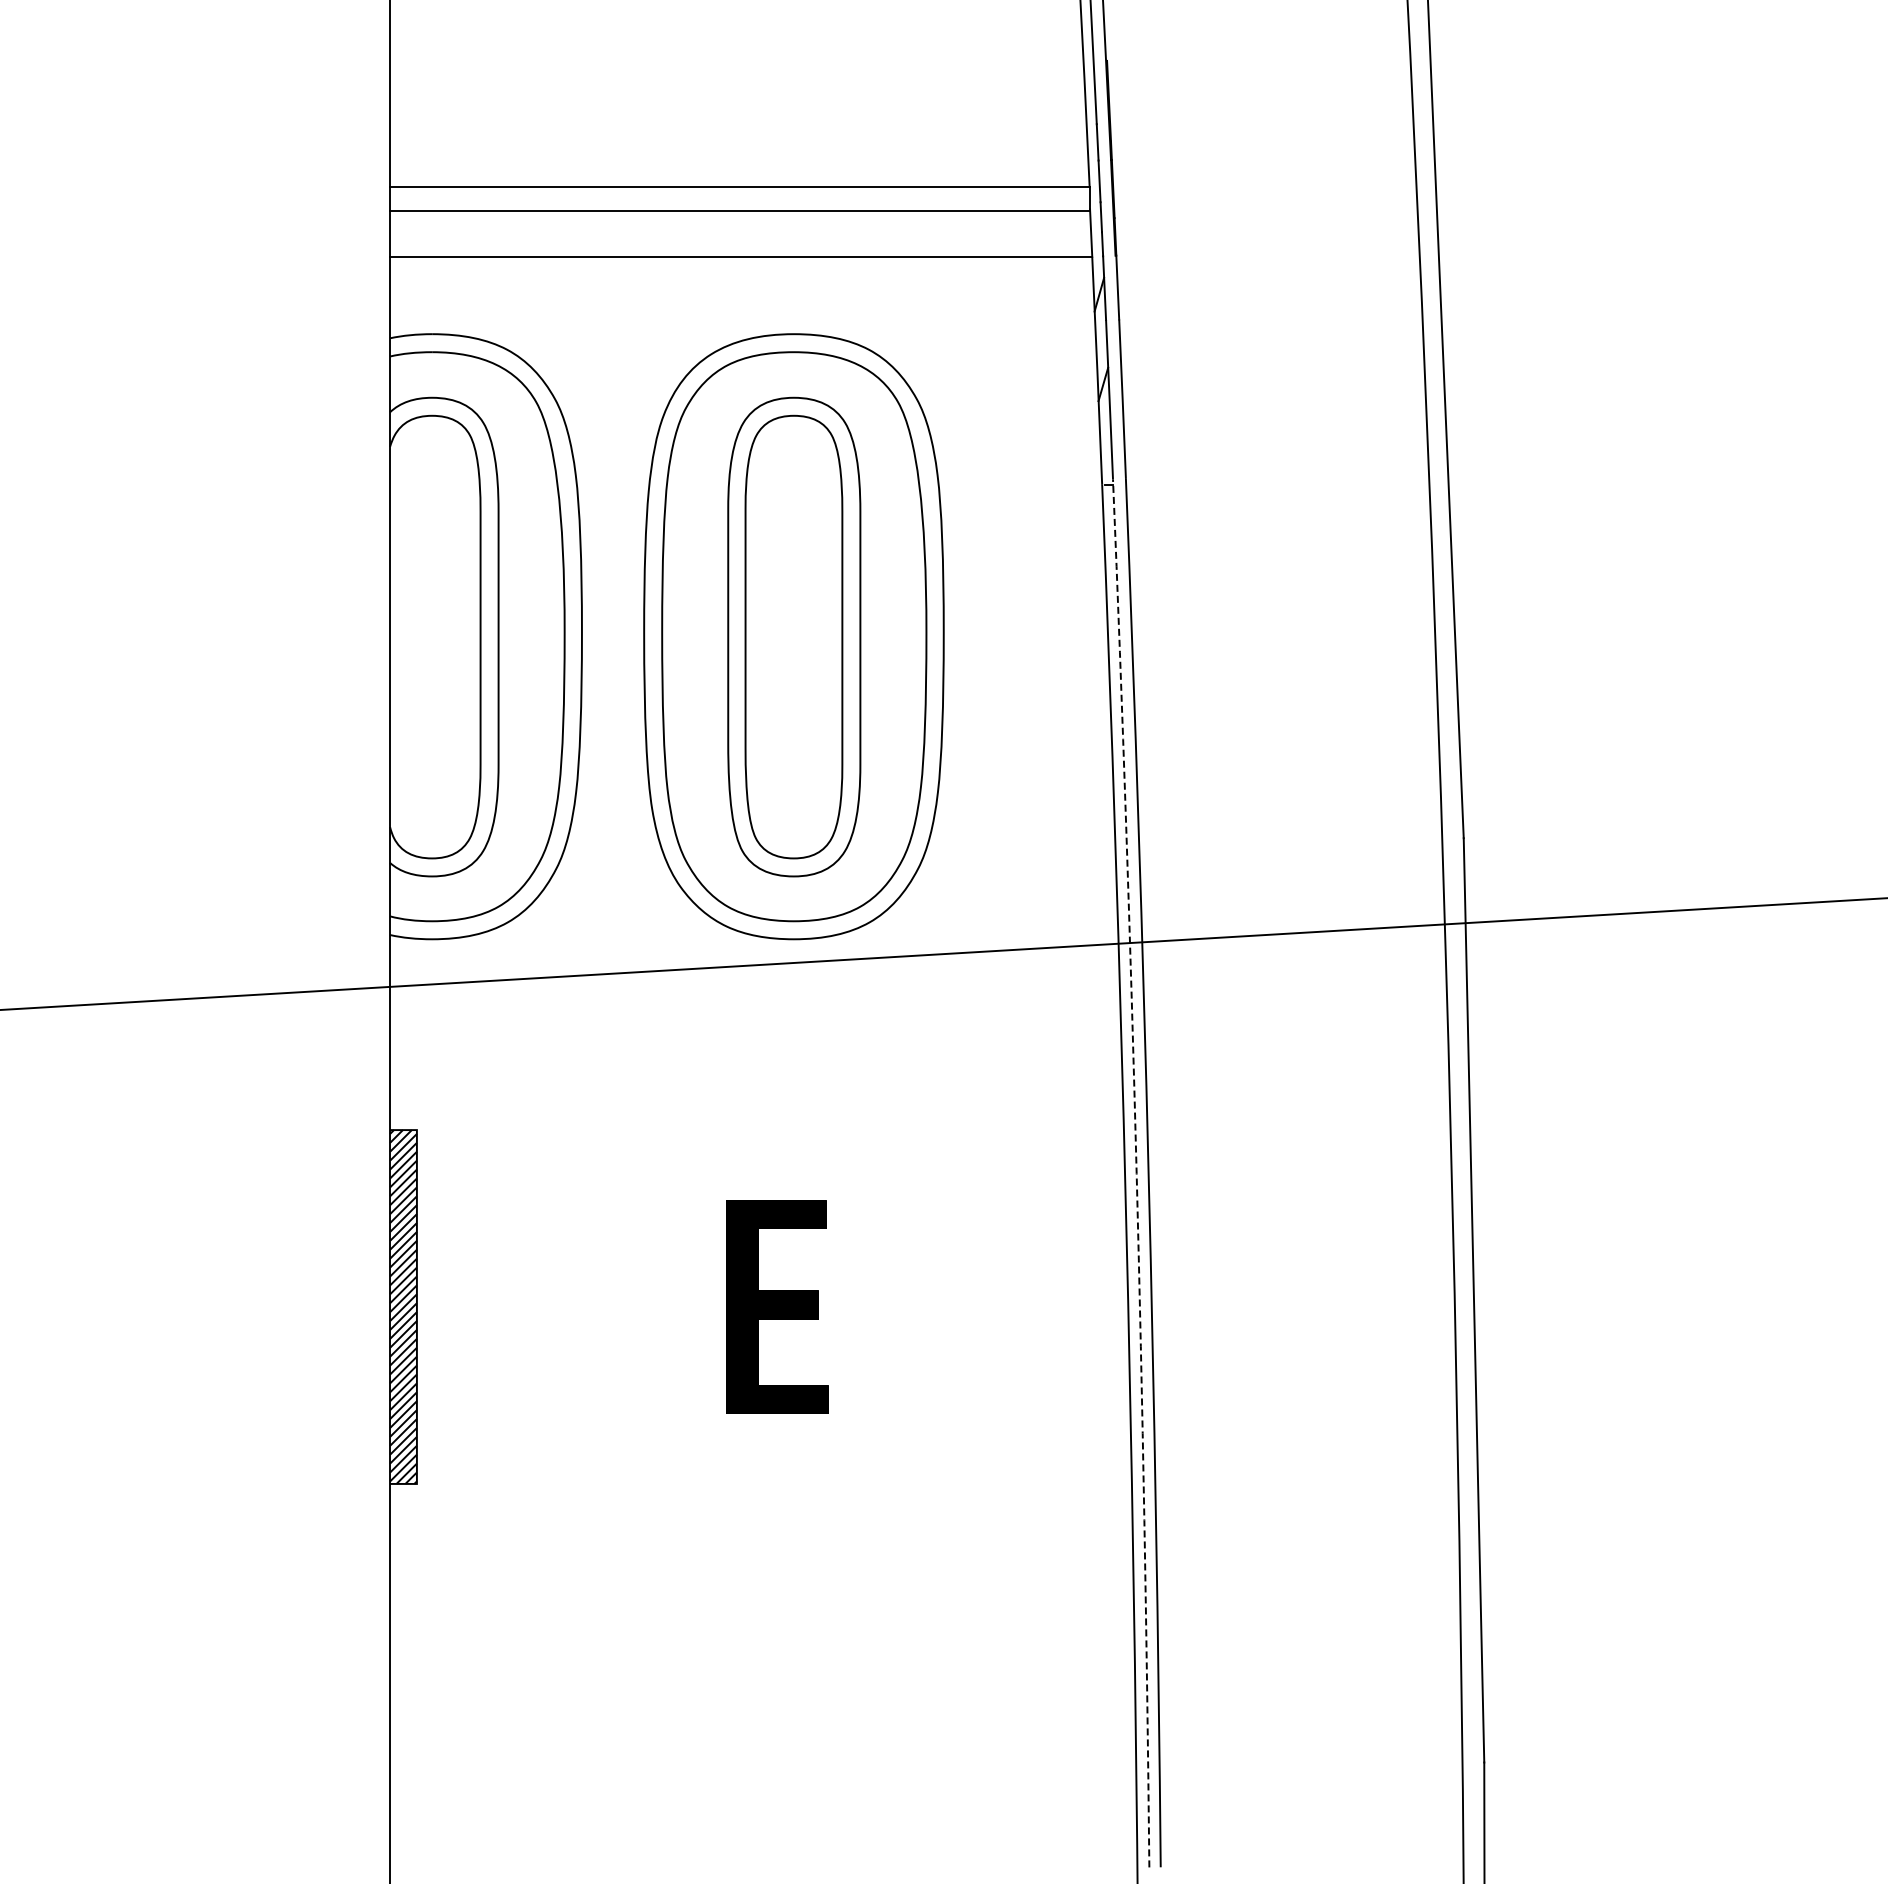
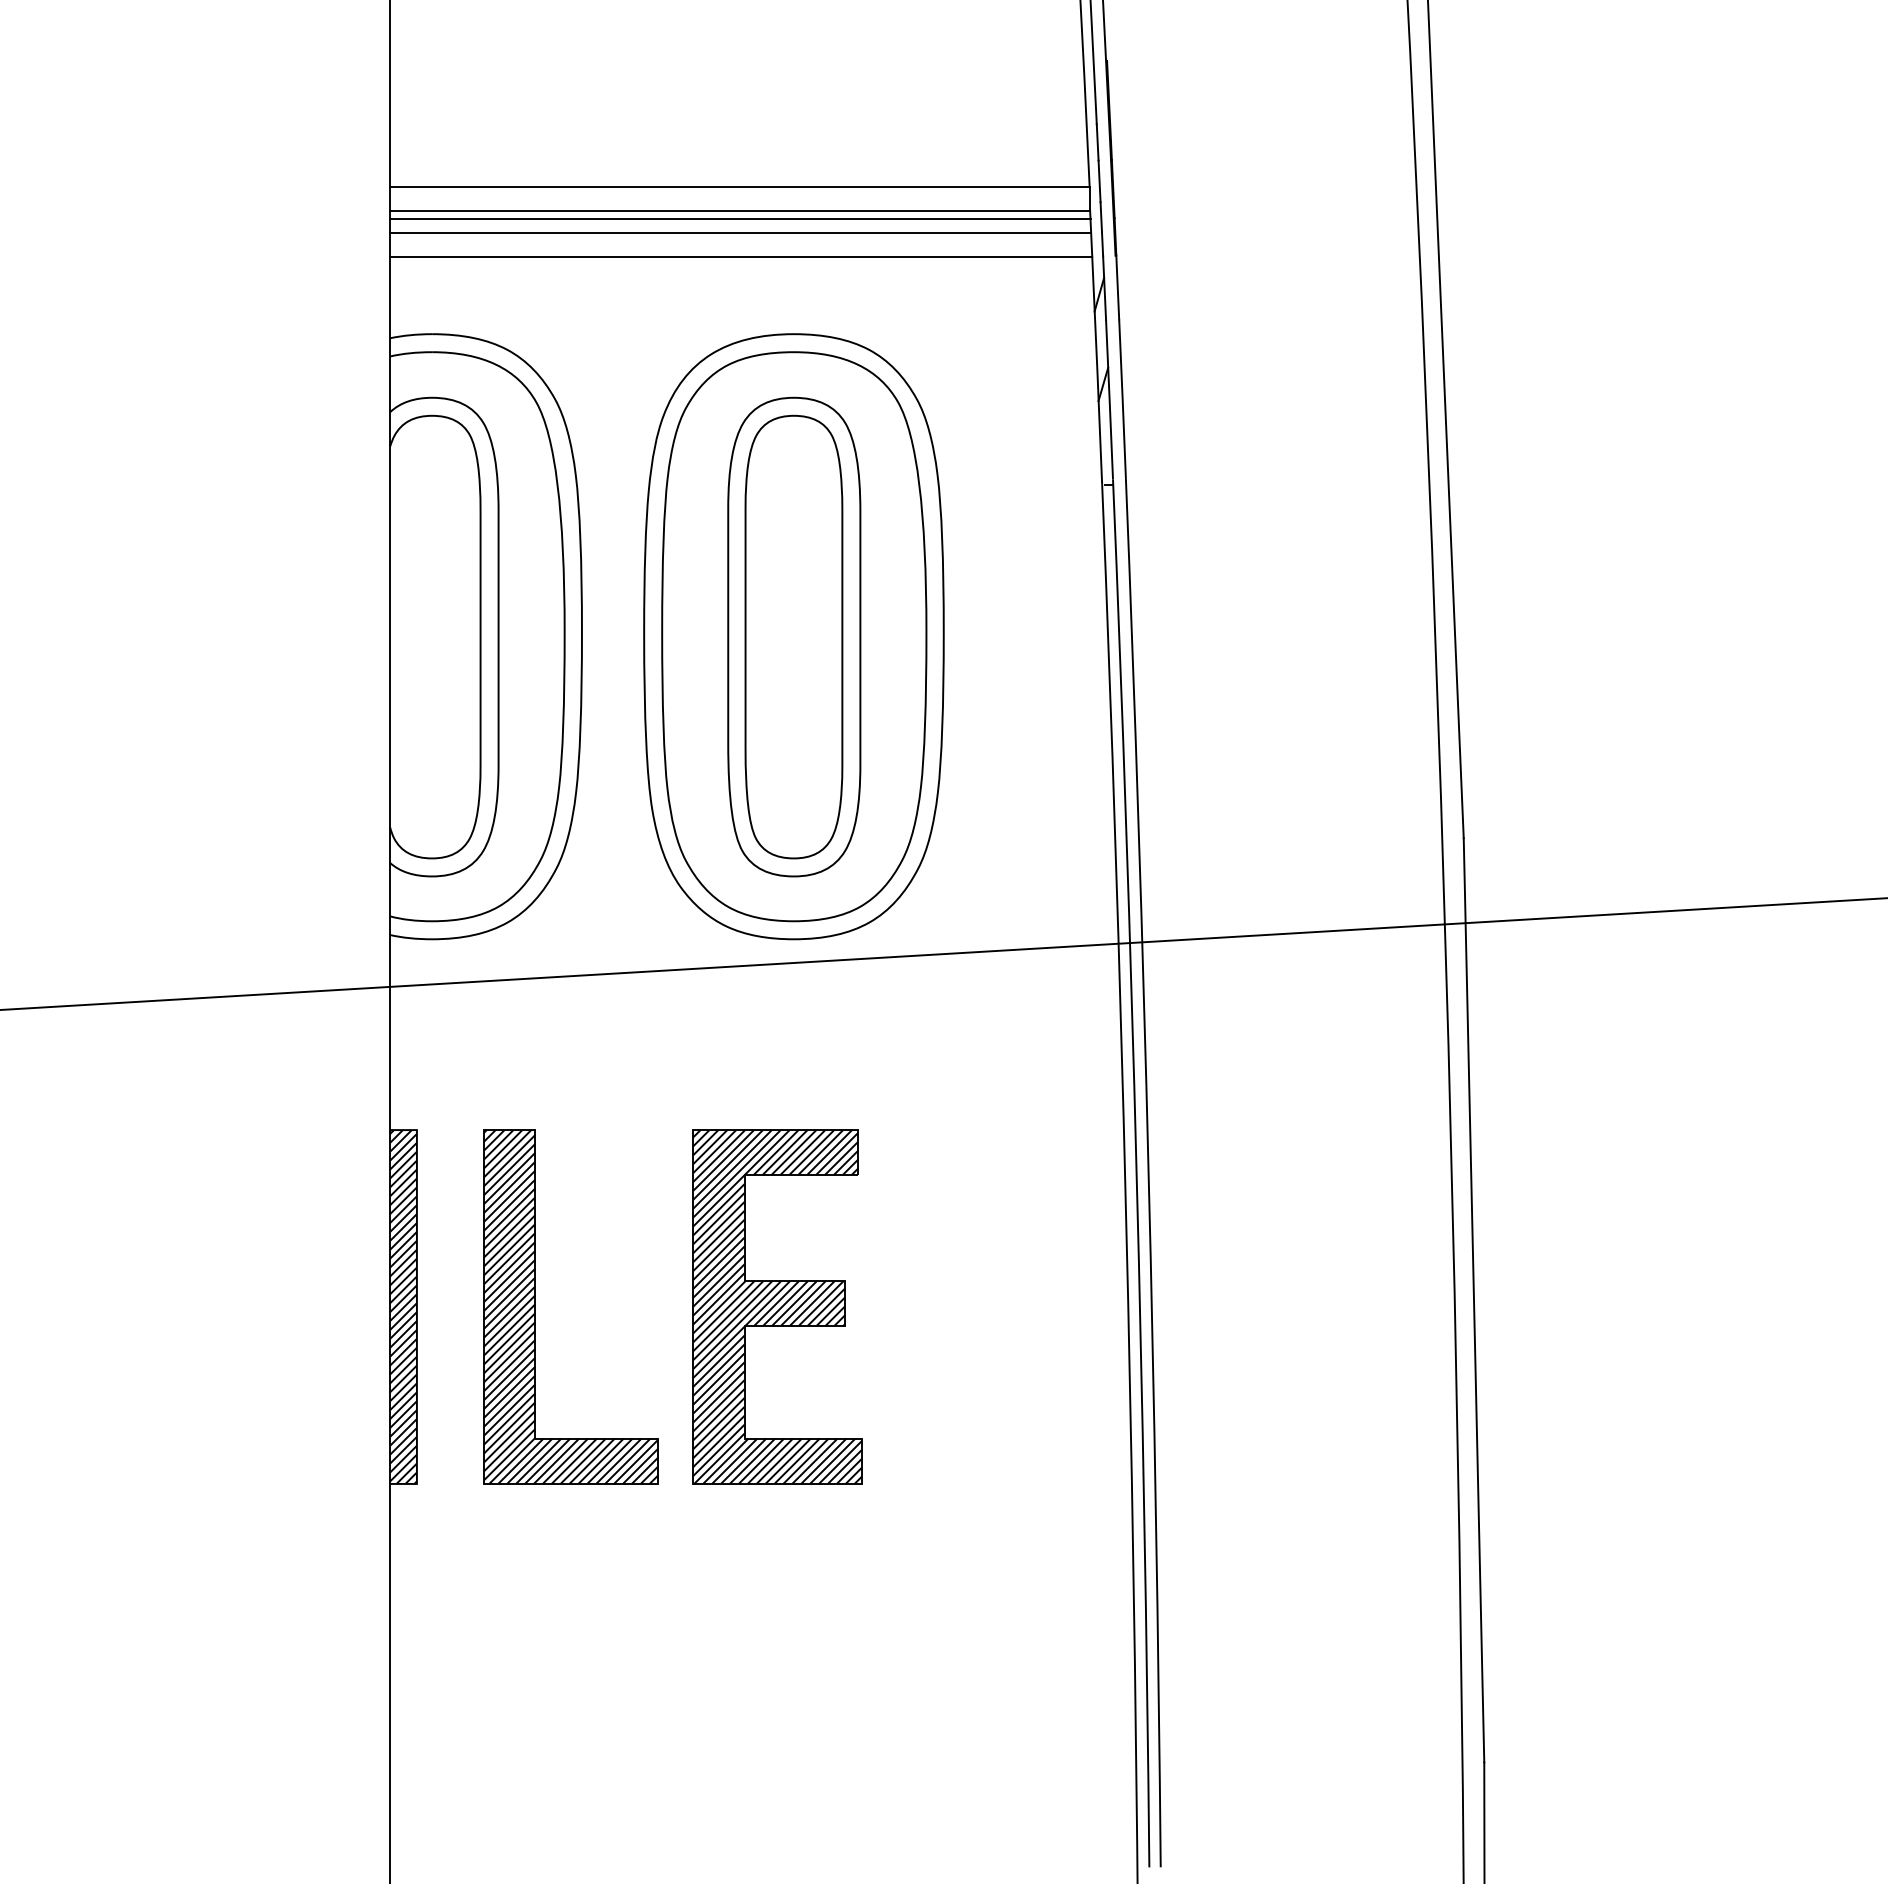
line at (740, 219): none -> present
line at (740, 232): none -> present
arc at (1136, 1173): dashed -> solid
part at (535, 1306): none -> present
part at (777, 1306) size: 103x214 px -> 171x356 px
